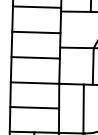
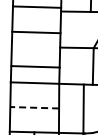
line at (35, 57) position: (35, 57) -> (35, 66)
line at (34, 107): solid -> dashed
